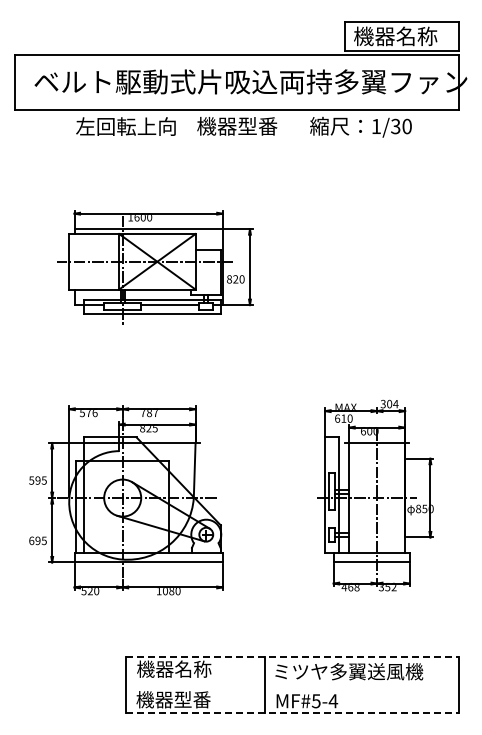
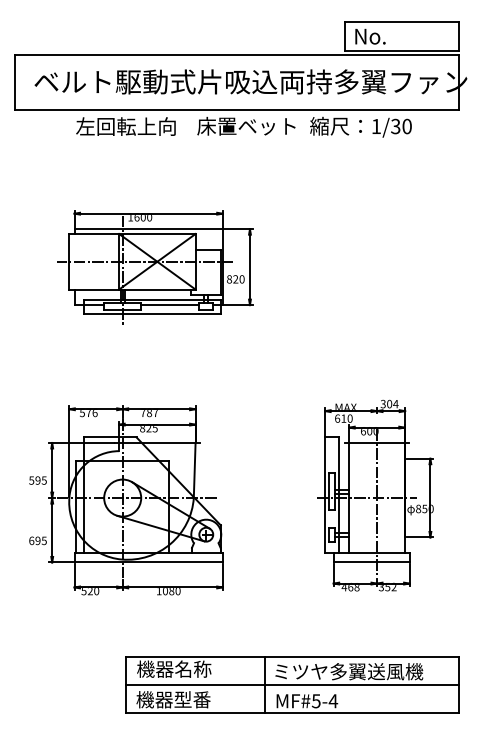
text at (395, 36): 機器名称 -> No.
text at (246, 125): 機器型番 -> 床置ベット
line at (292, 657): dashed -> solid
line at (292, 685): none -> present
line at (292, 712): dashed -> solid
